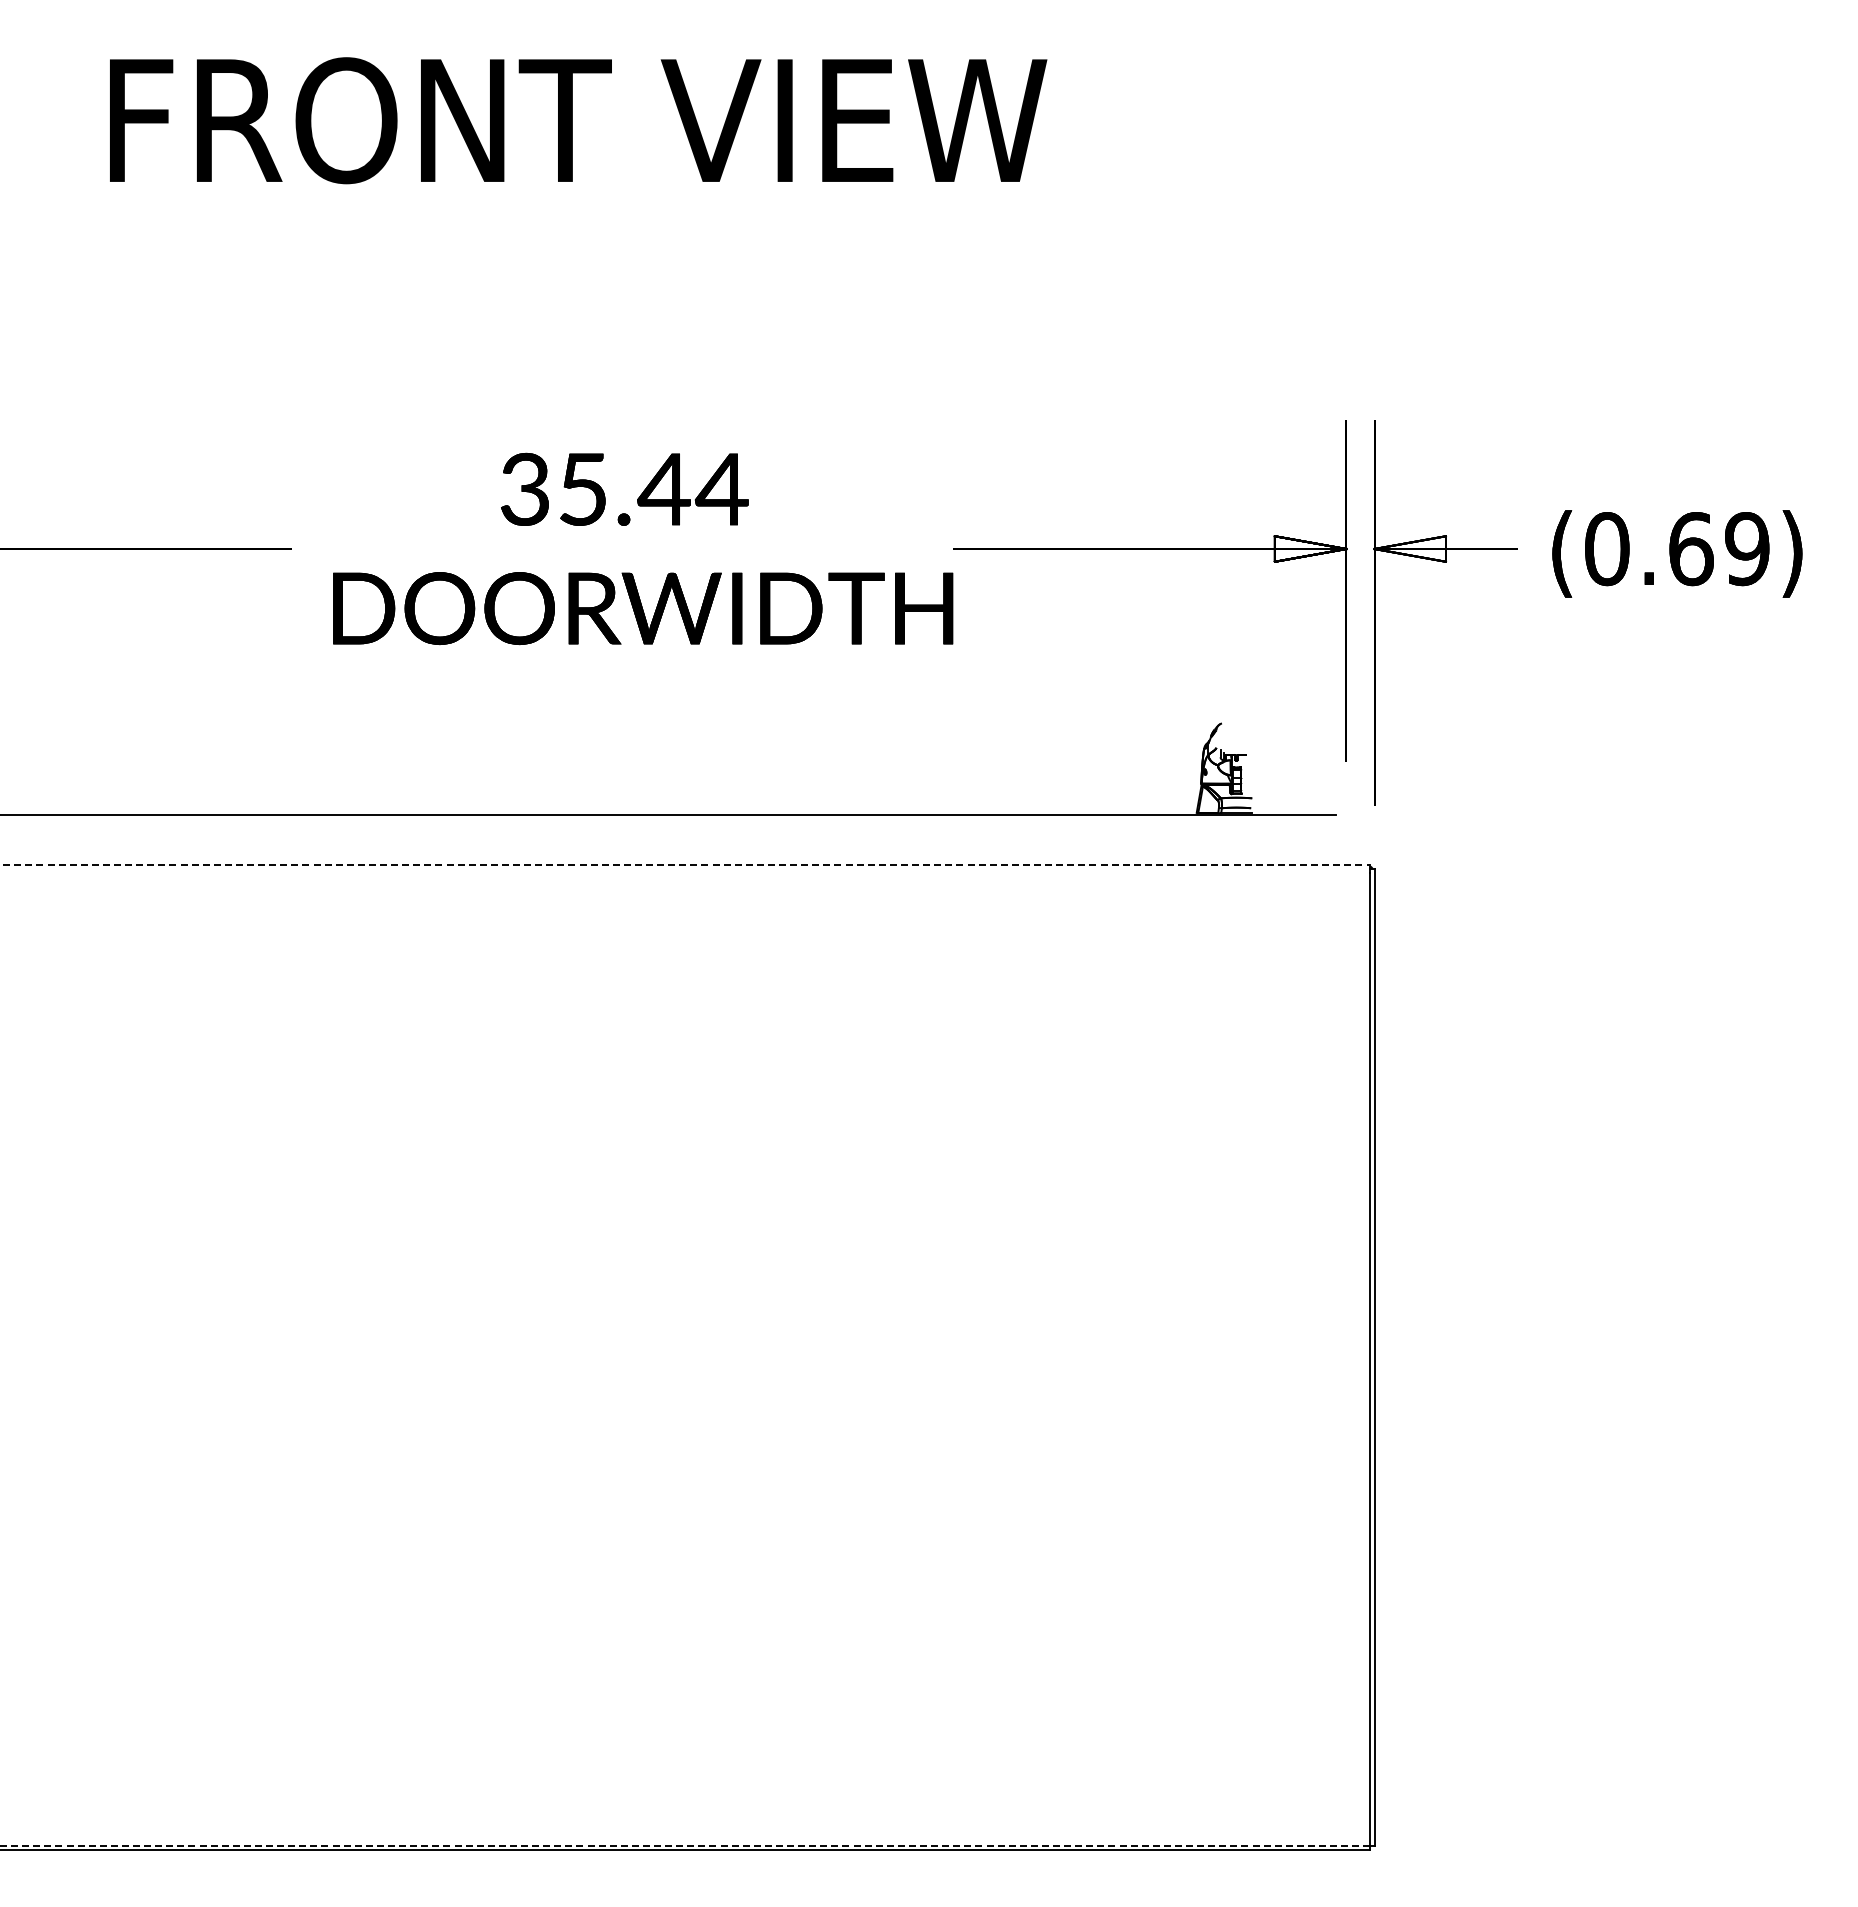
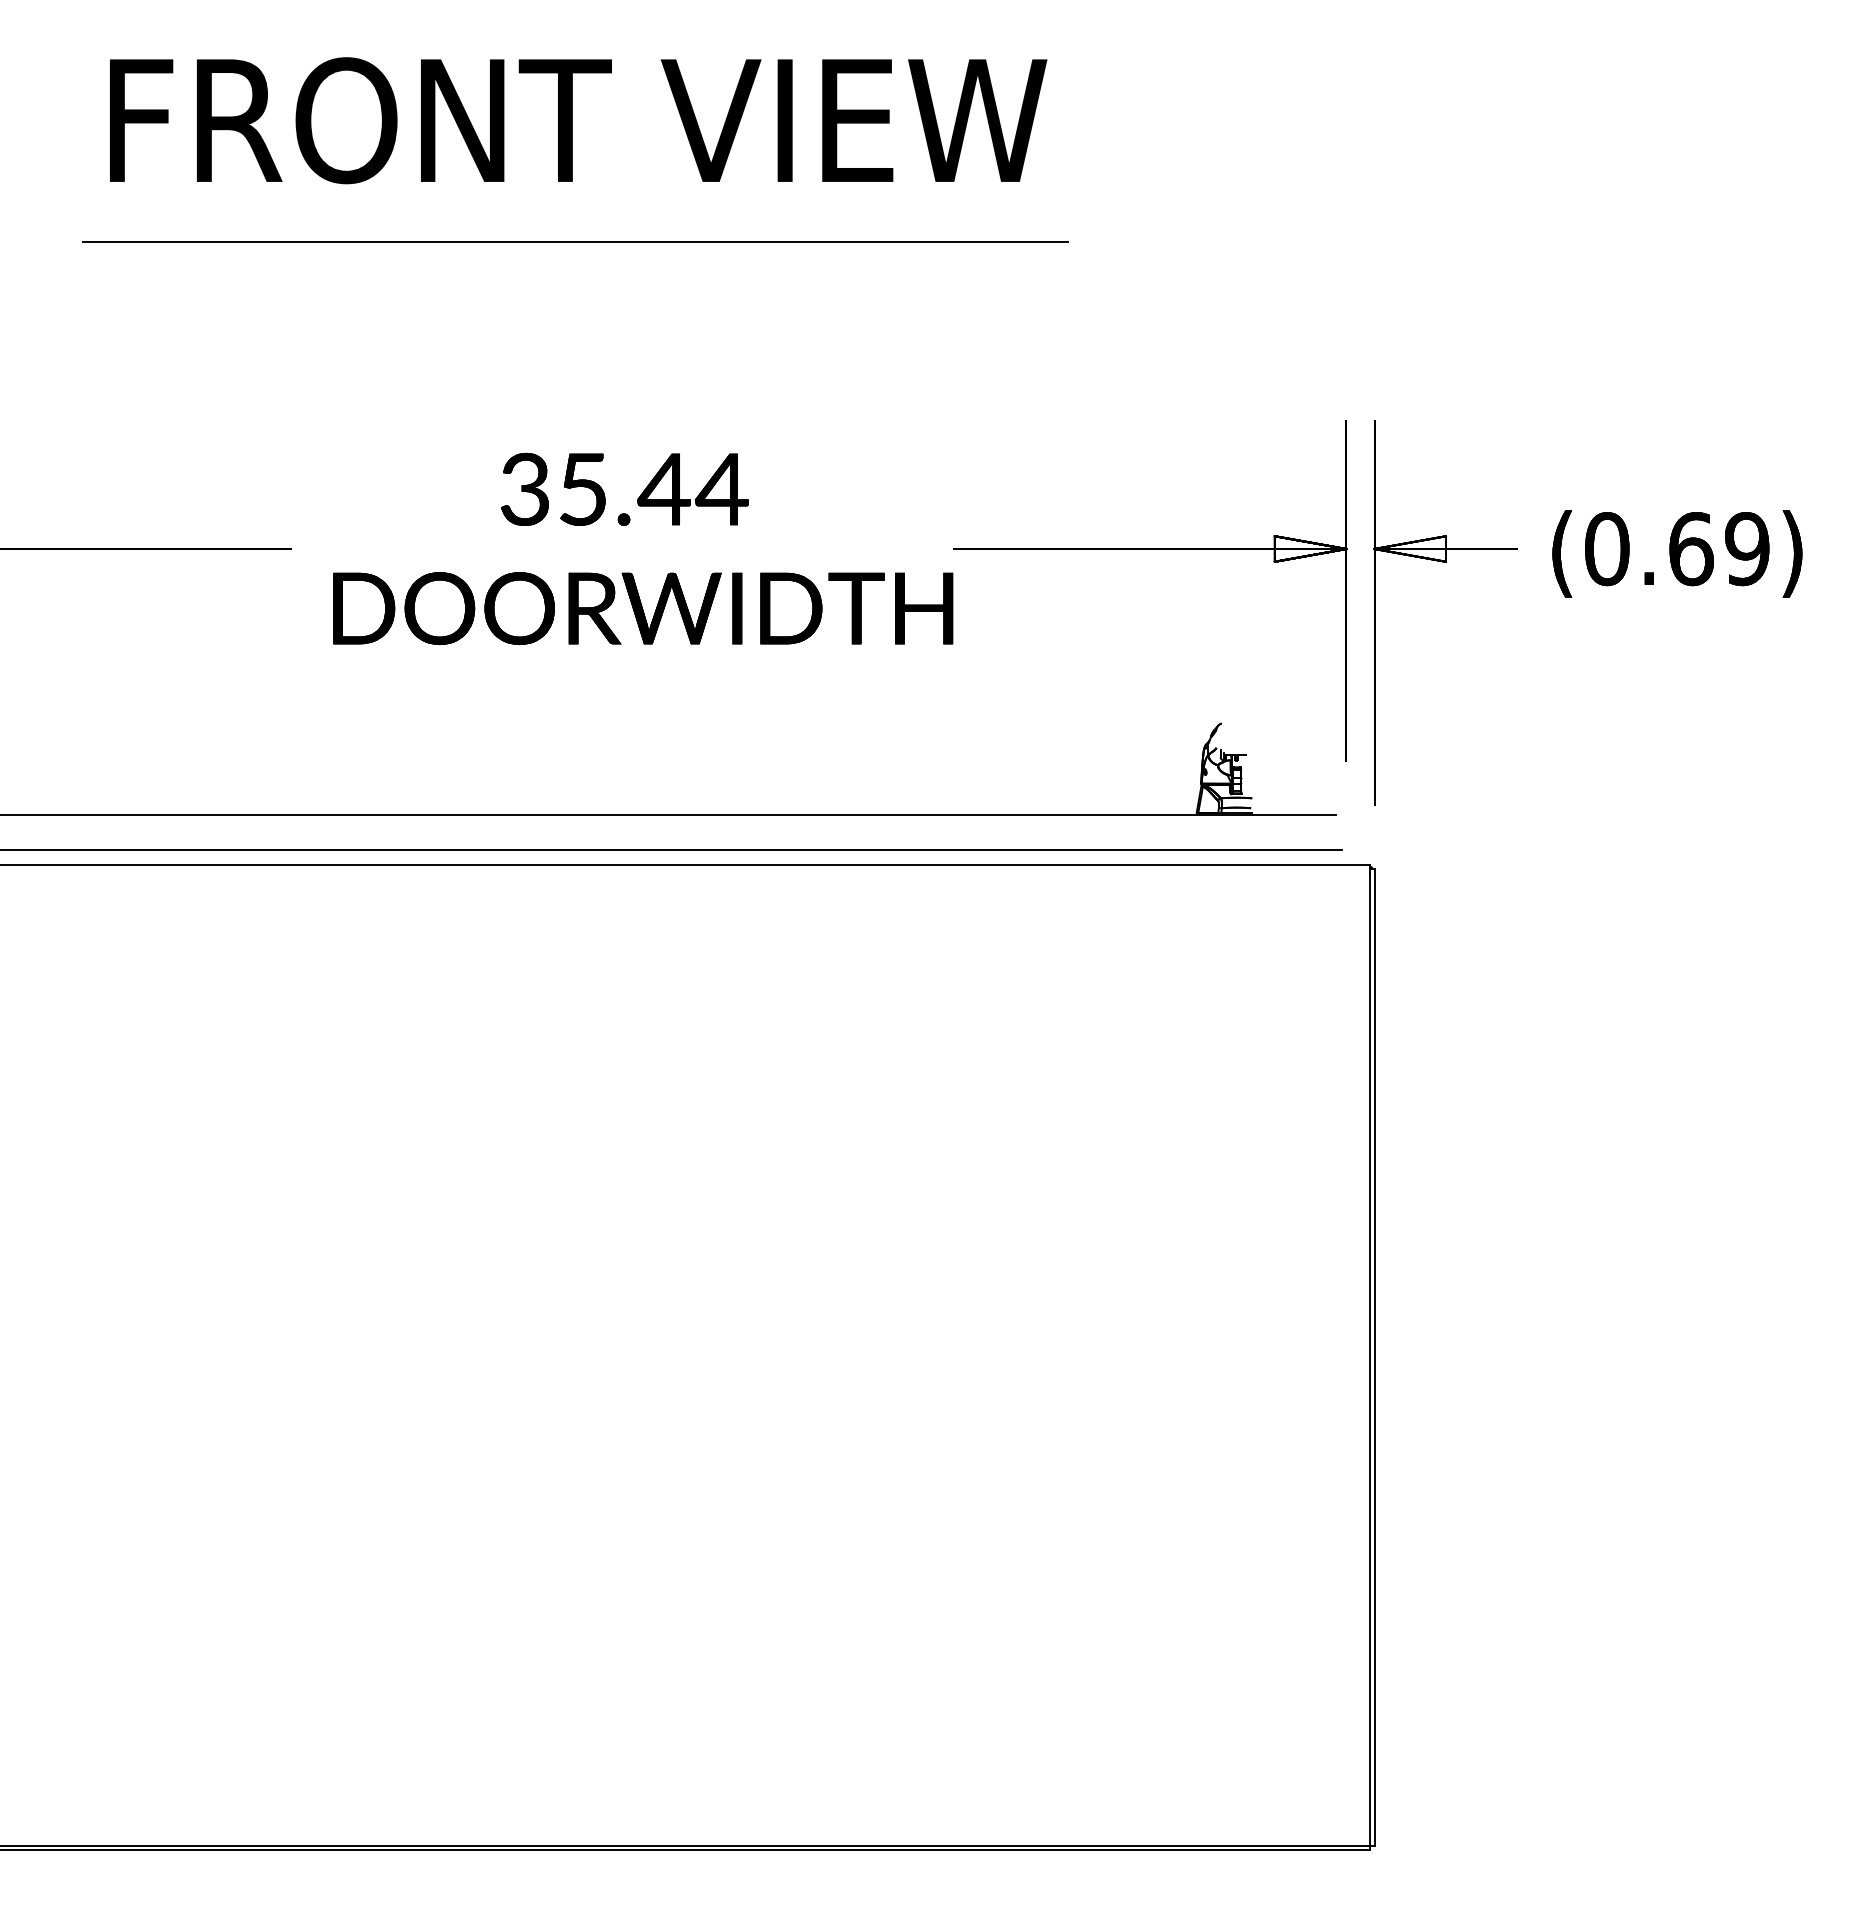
line at (574, 241): none -> present
line at (672, 850): none -> present
line at (685, 864): dashed -> solid
line at (685, 1845): dashed -> solid
